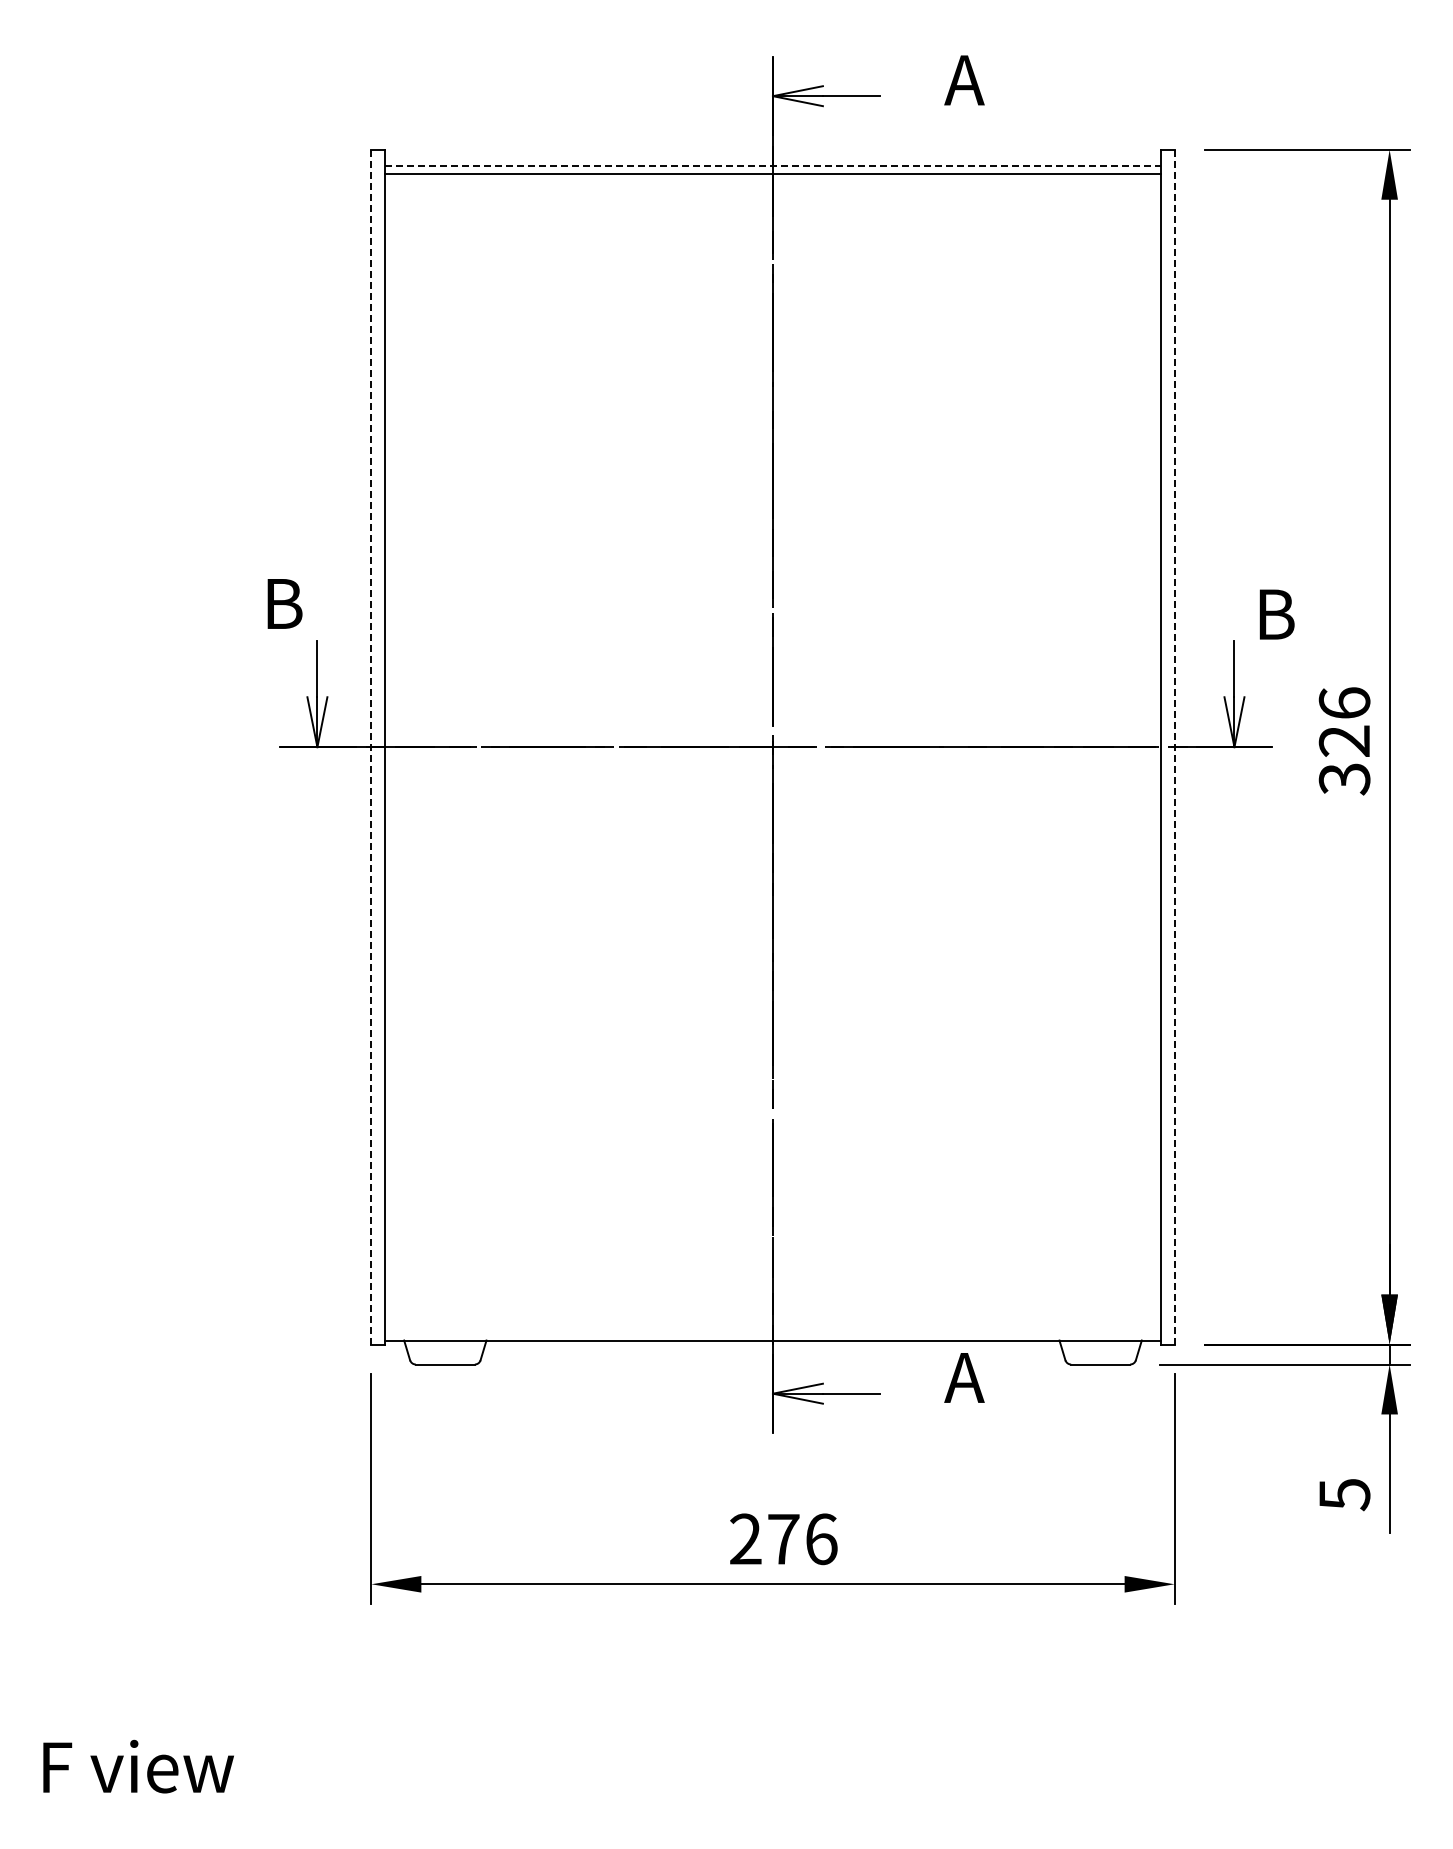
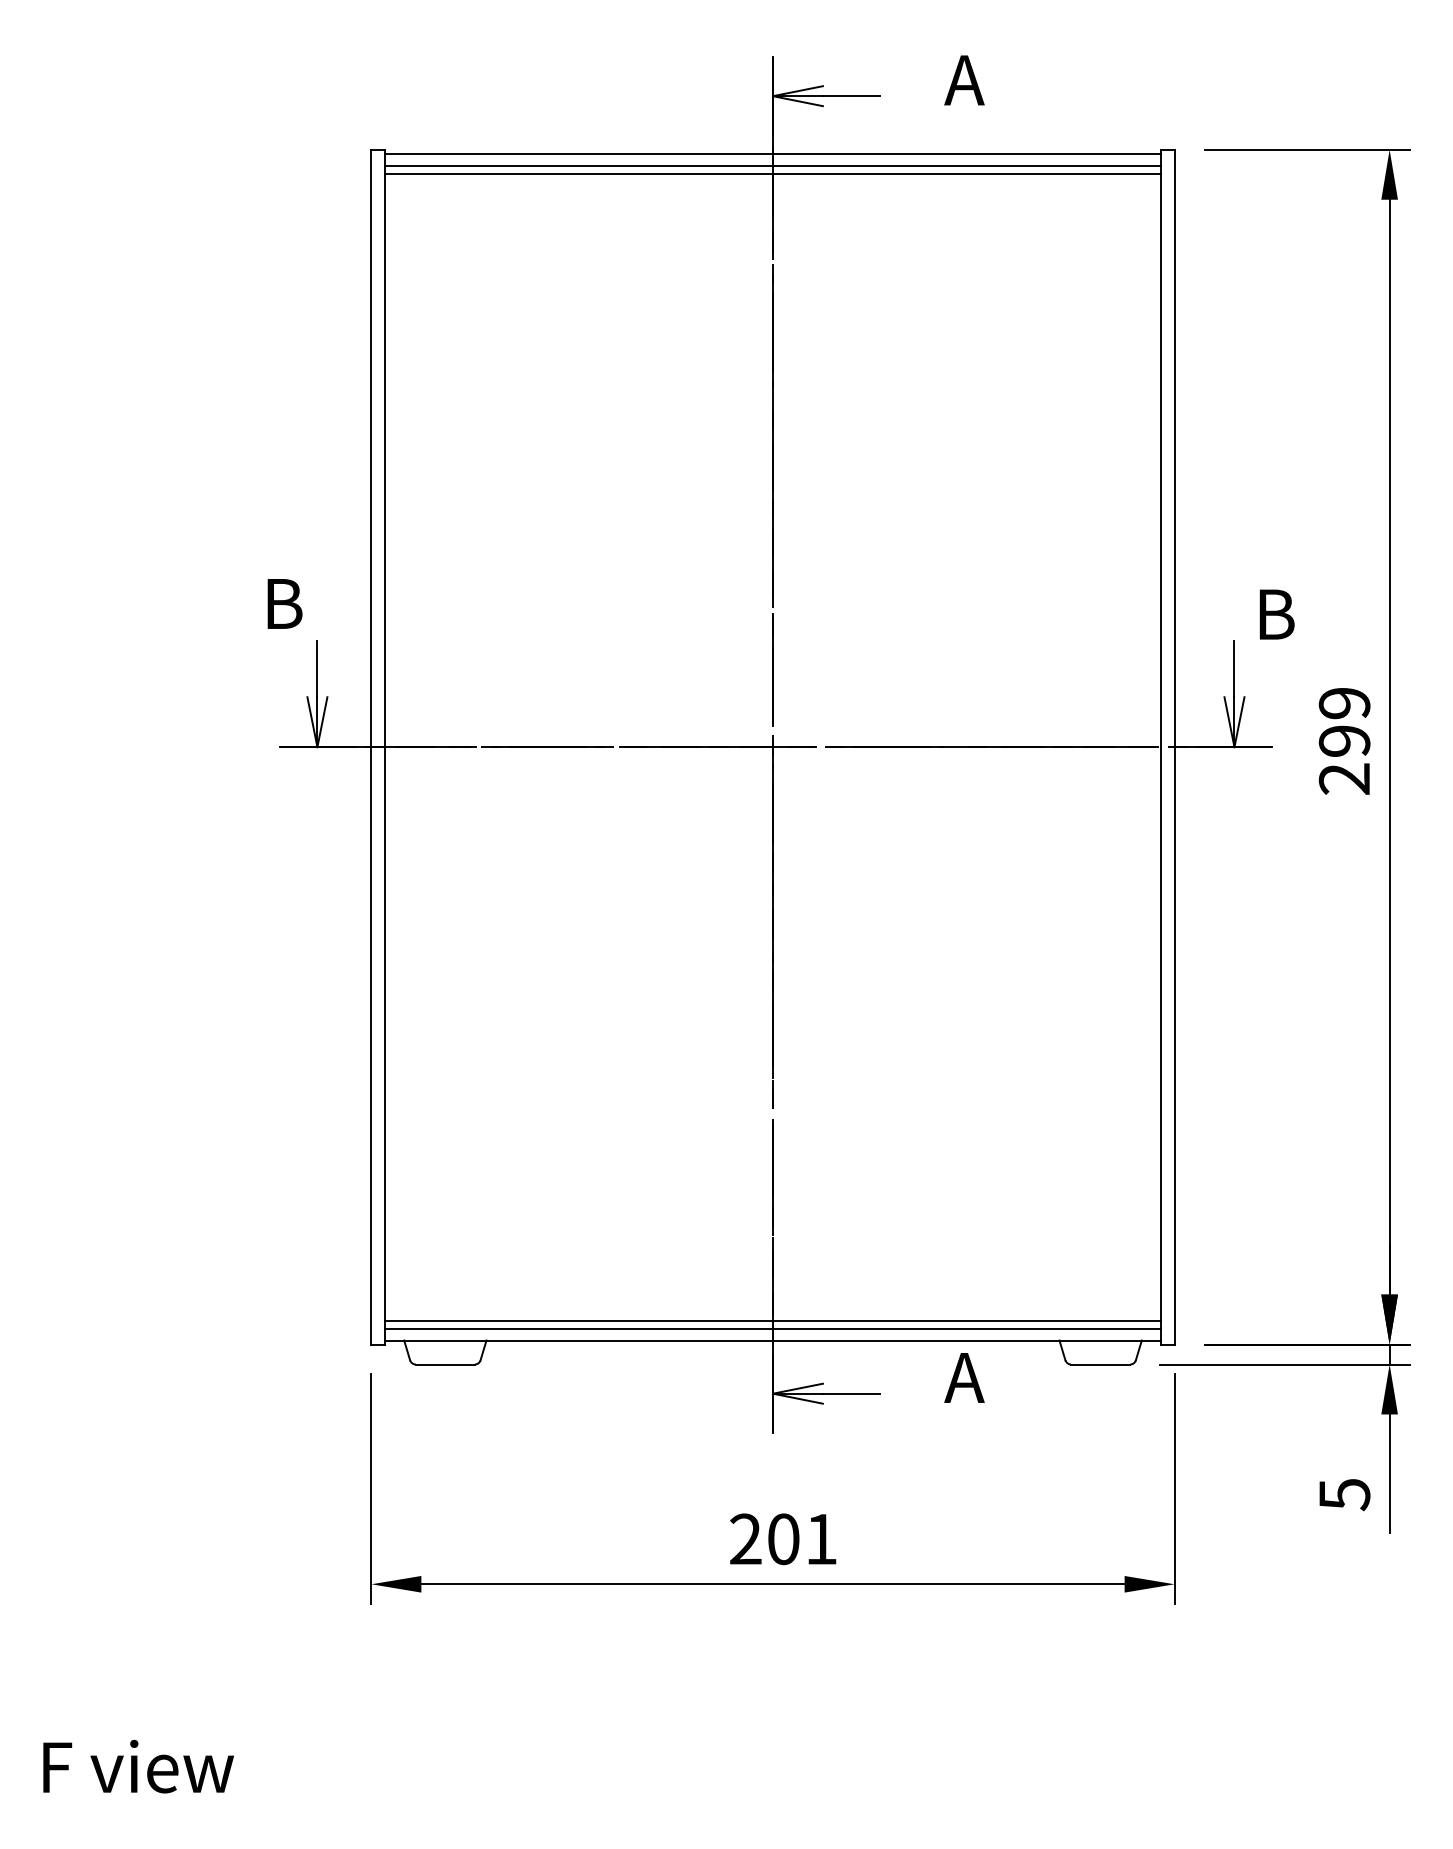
line at (772, 153): none -> present
line at (773, 165): dashed -> solid
text at (1344, 741): 326 -> 299
line at (371, 746): dashed -> solid
line at (1174, 747): dashed -> solid
line at (772, 1320): none -> present
line at (772, 1328): none -> present
text at (802, 1539): 276 -> 201
